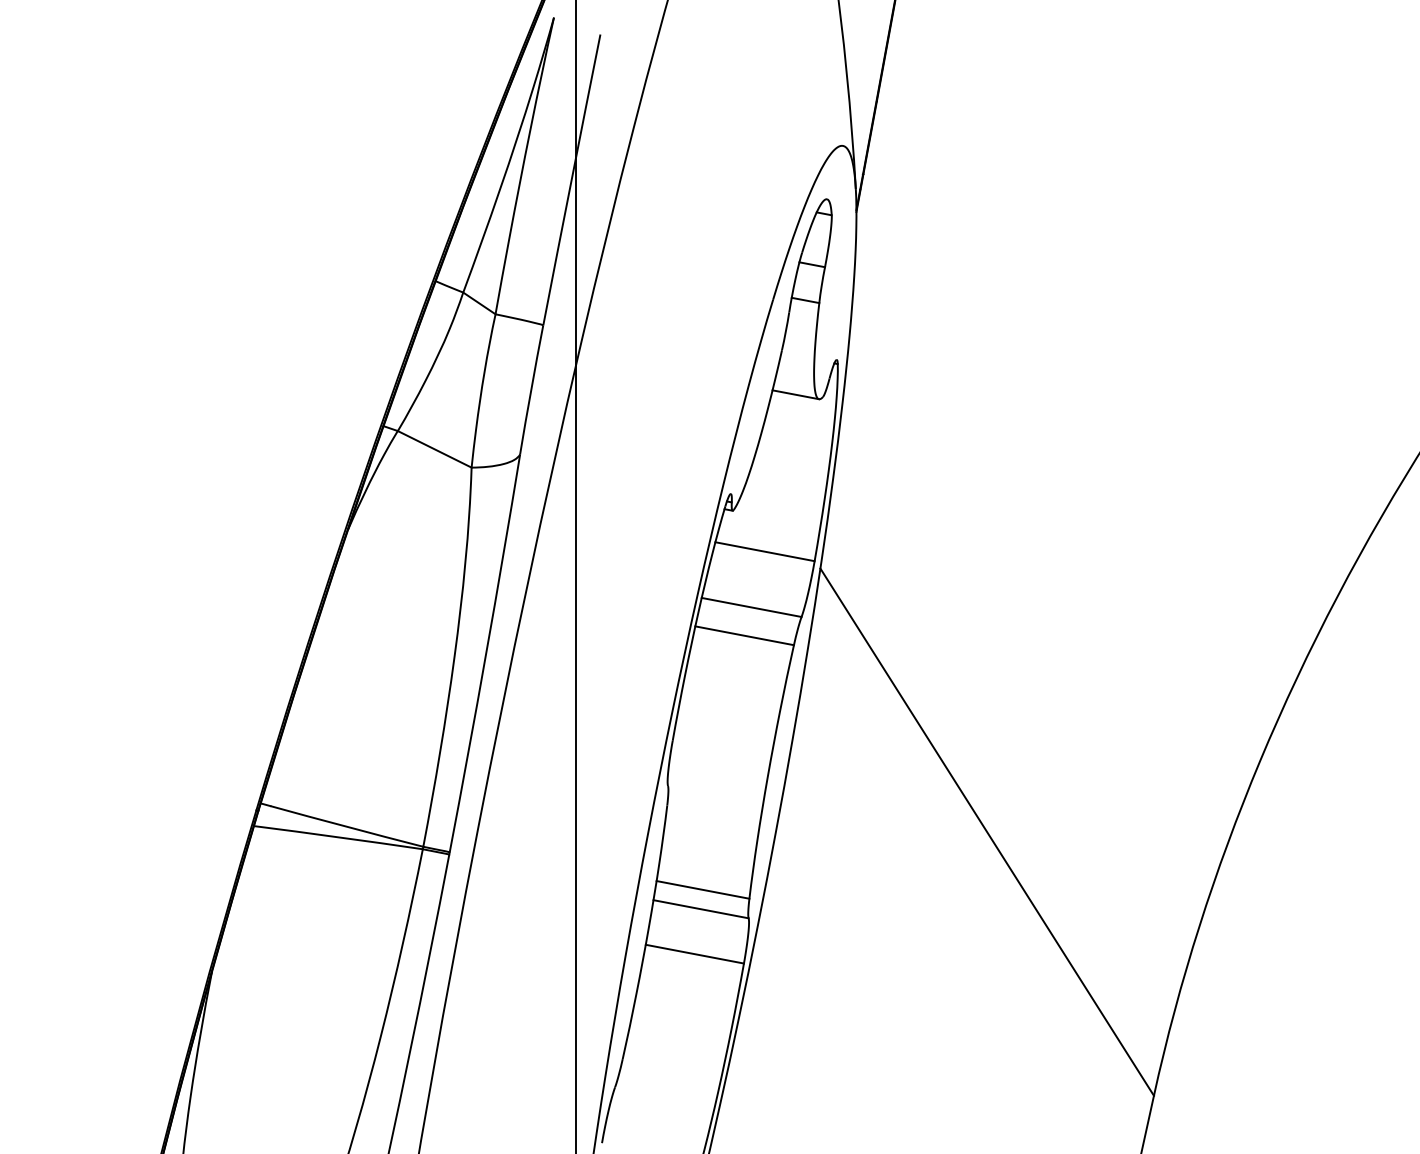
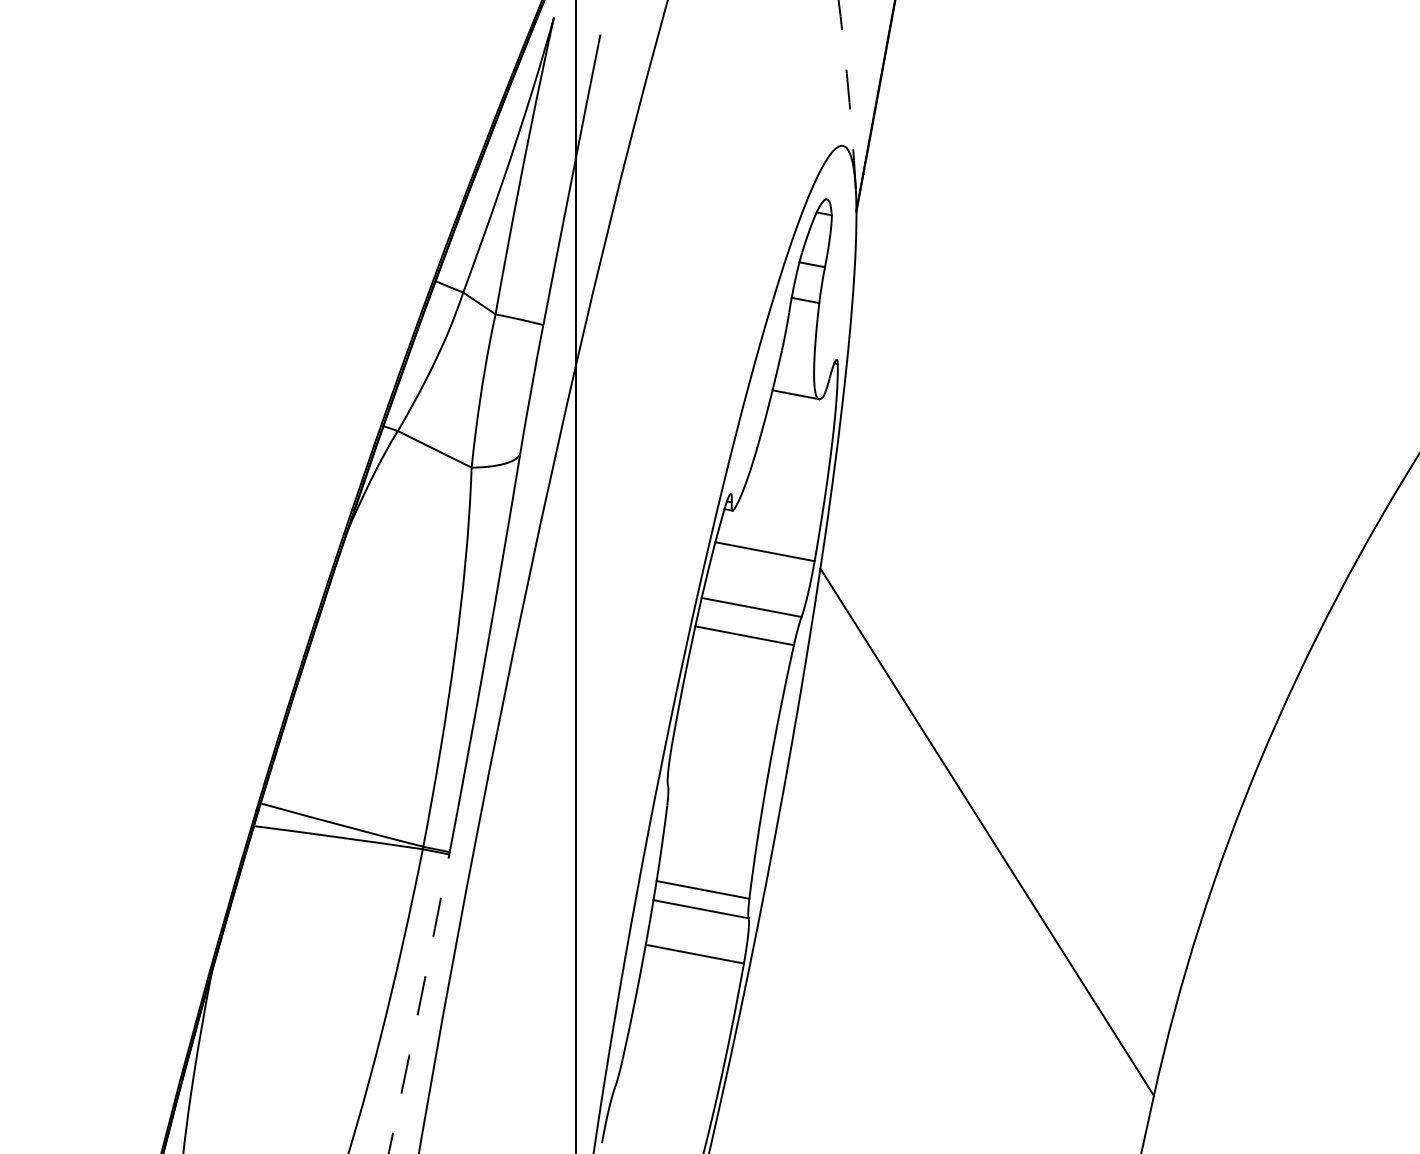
arc at (848, 93): solid -> dashed
arc at (419, 1004): solid -> dashed
